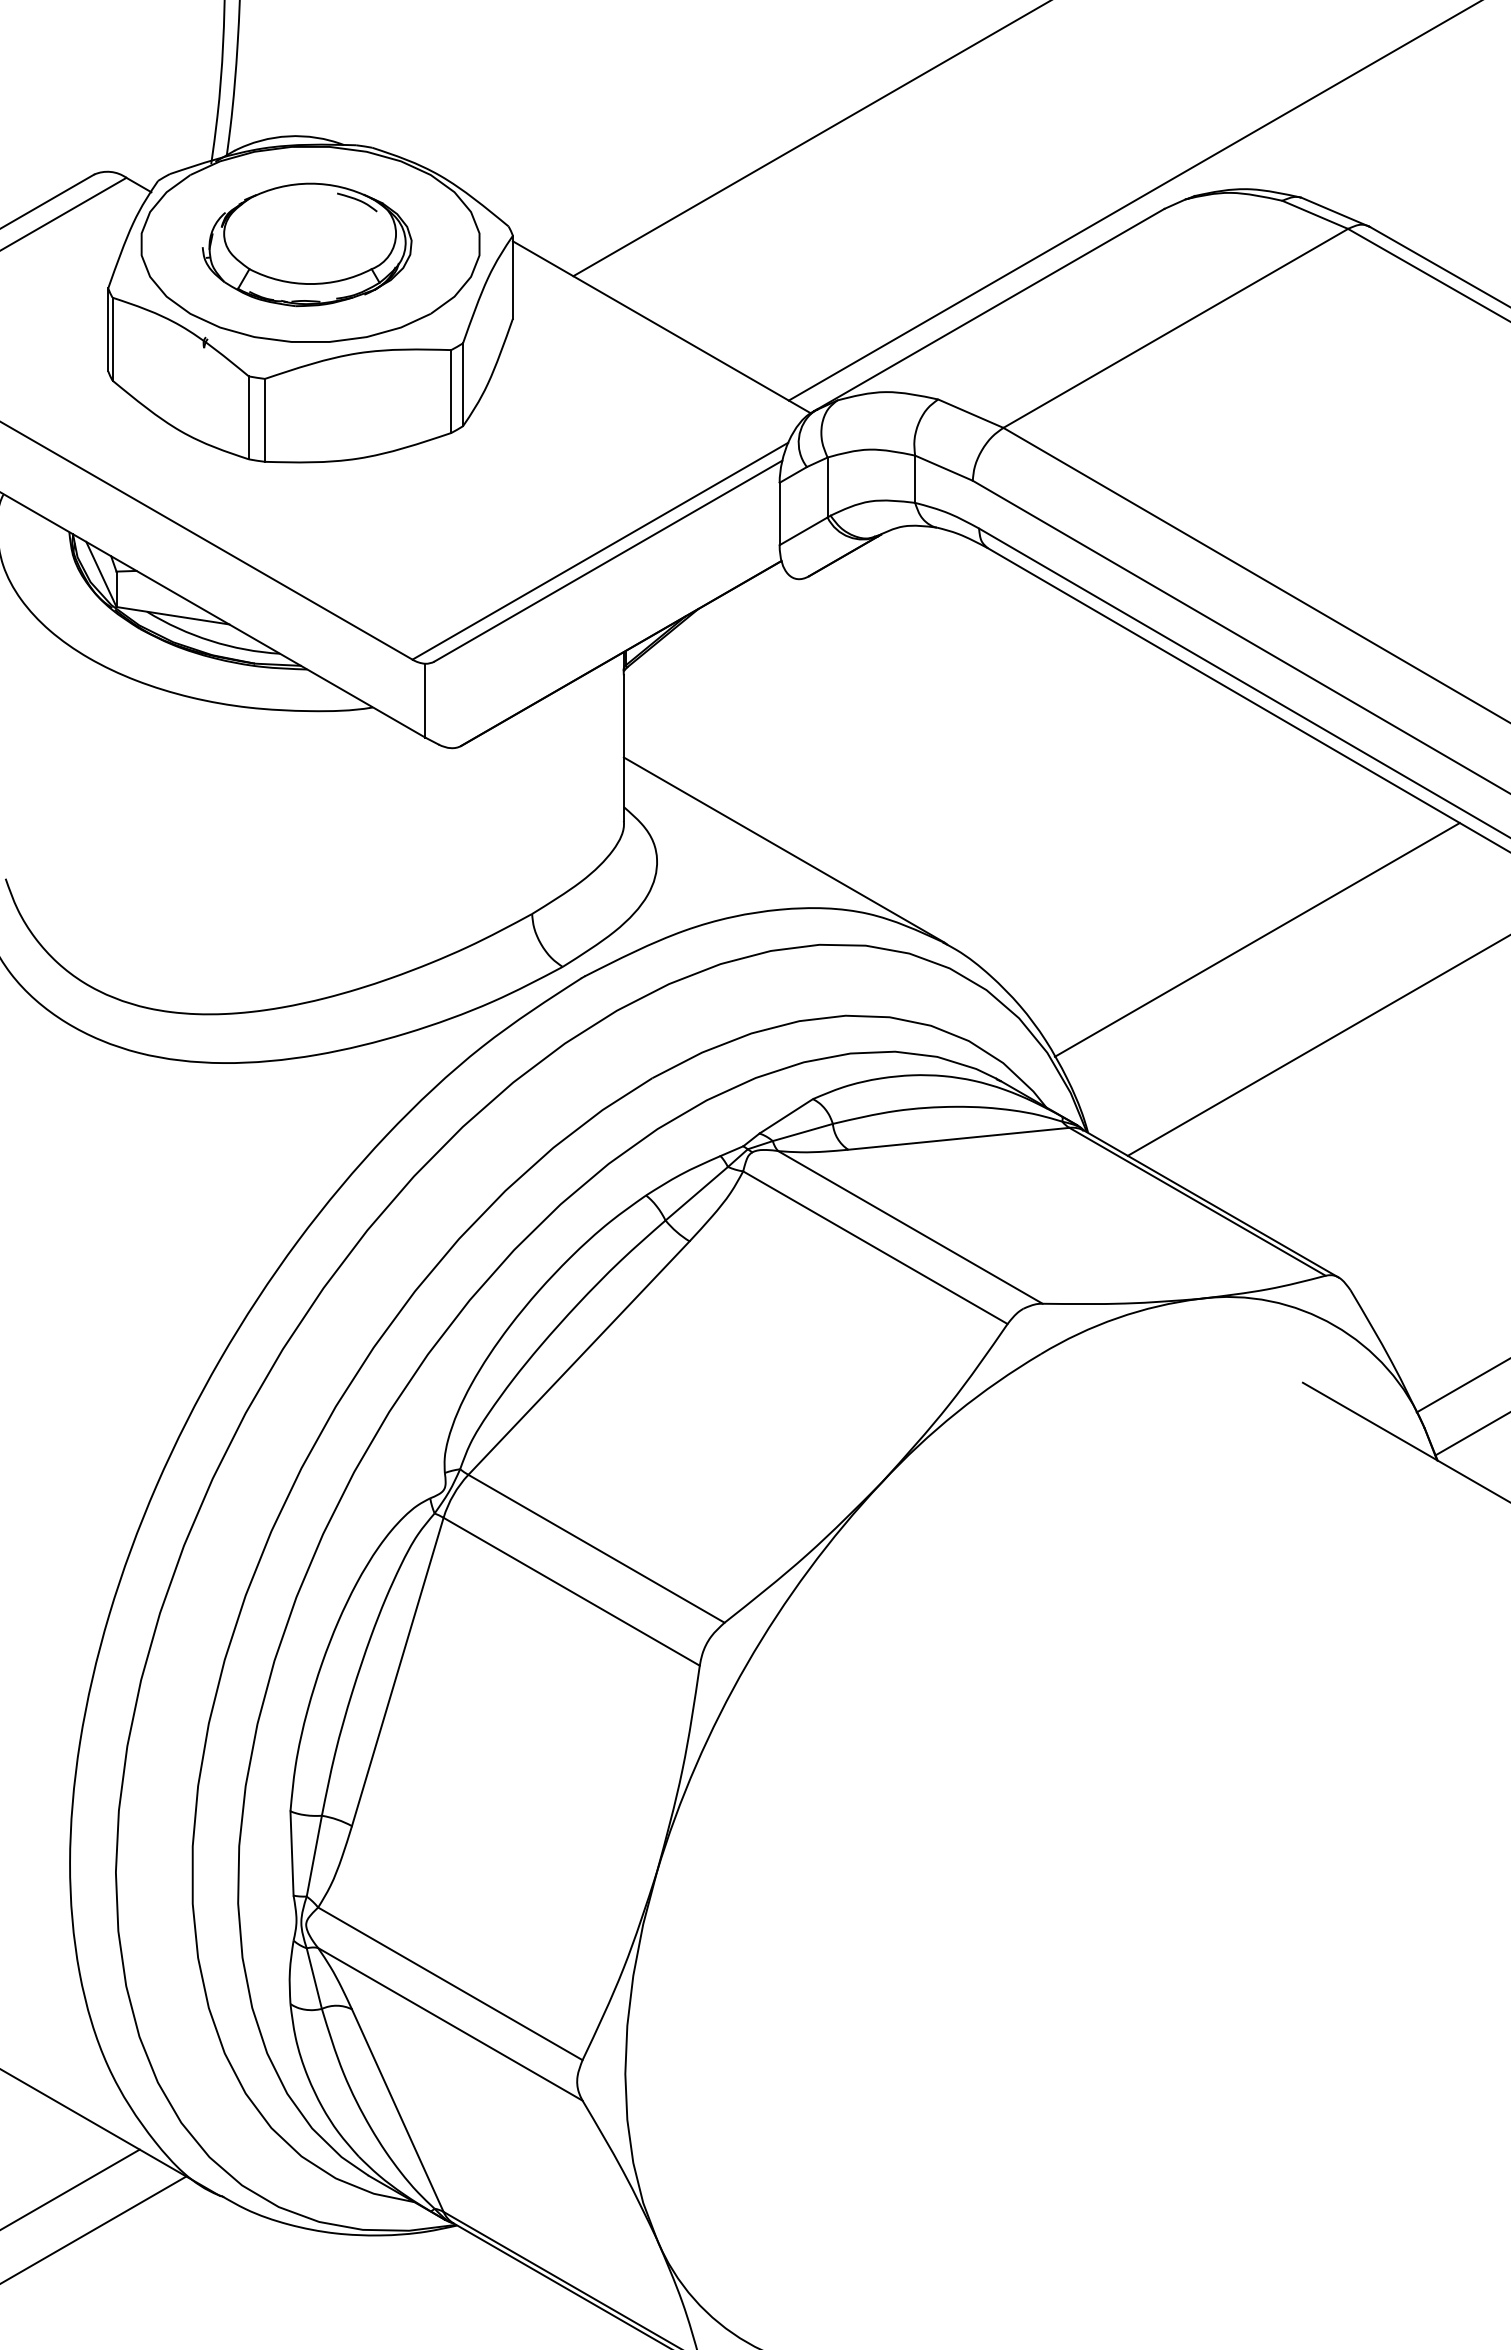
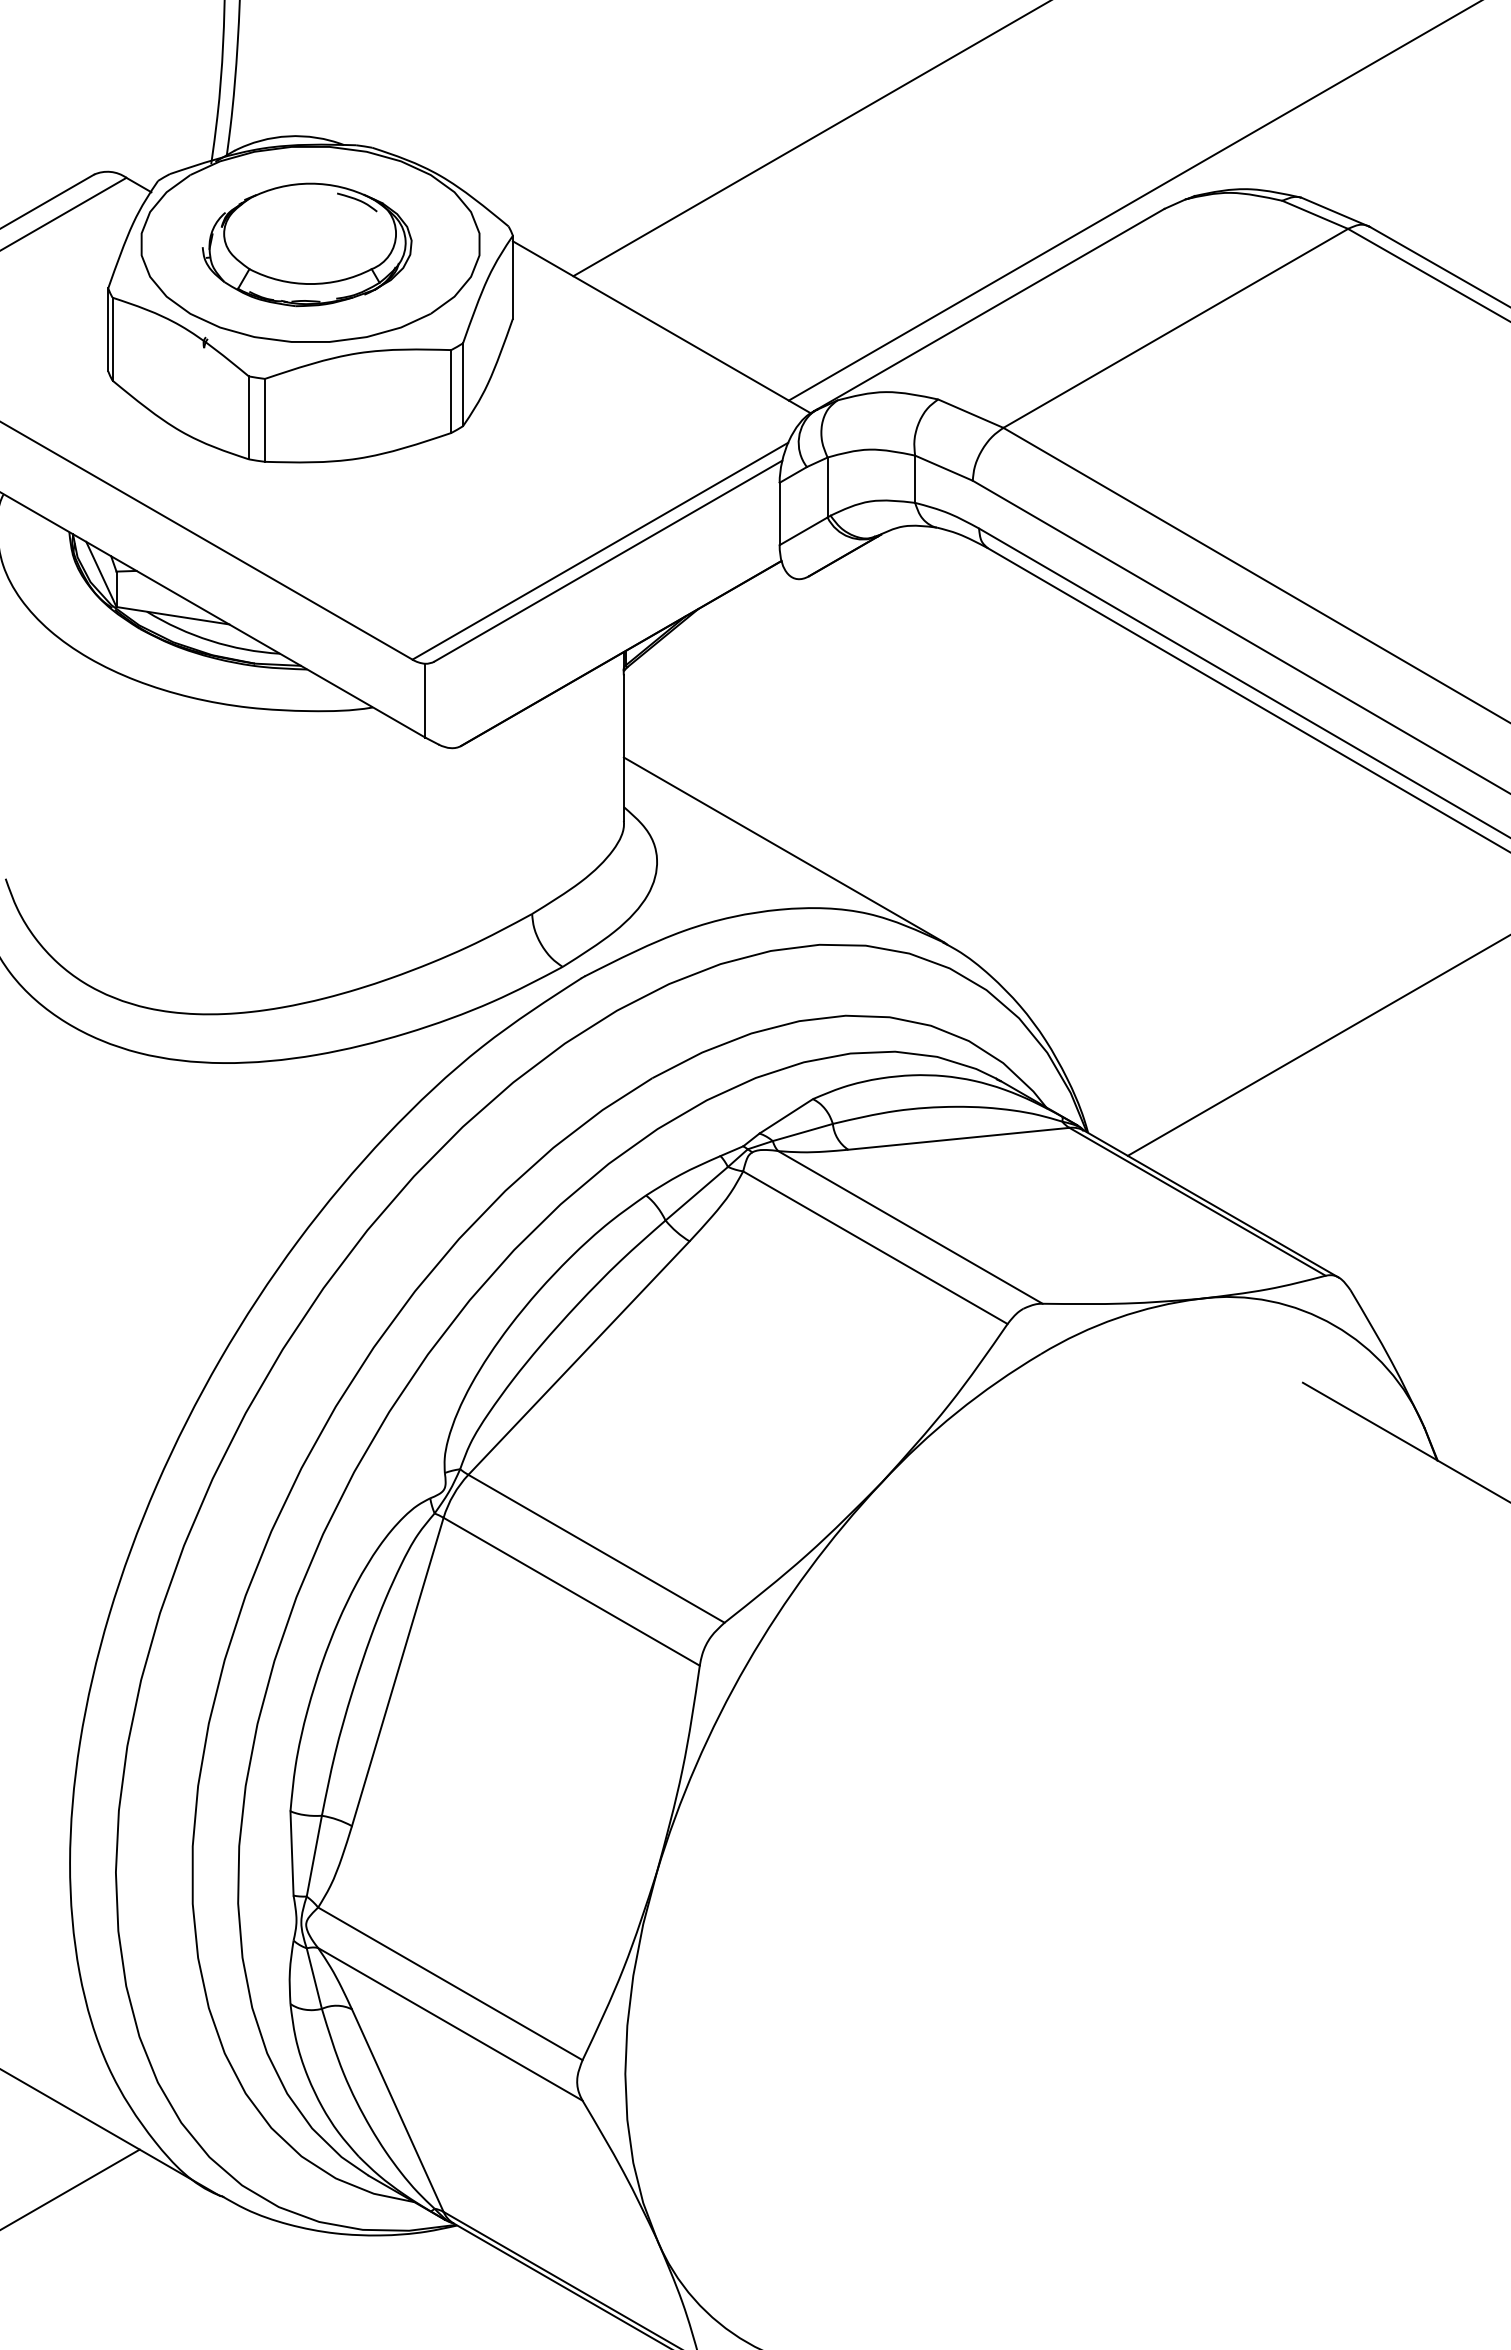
line at (1256, 939): present -> none
line at (1461, 1385): present -> none
line at (1471, 1434): present -> none
line at (94, 2229): present -> none
